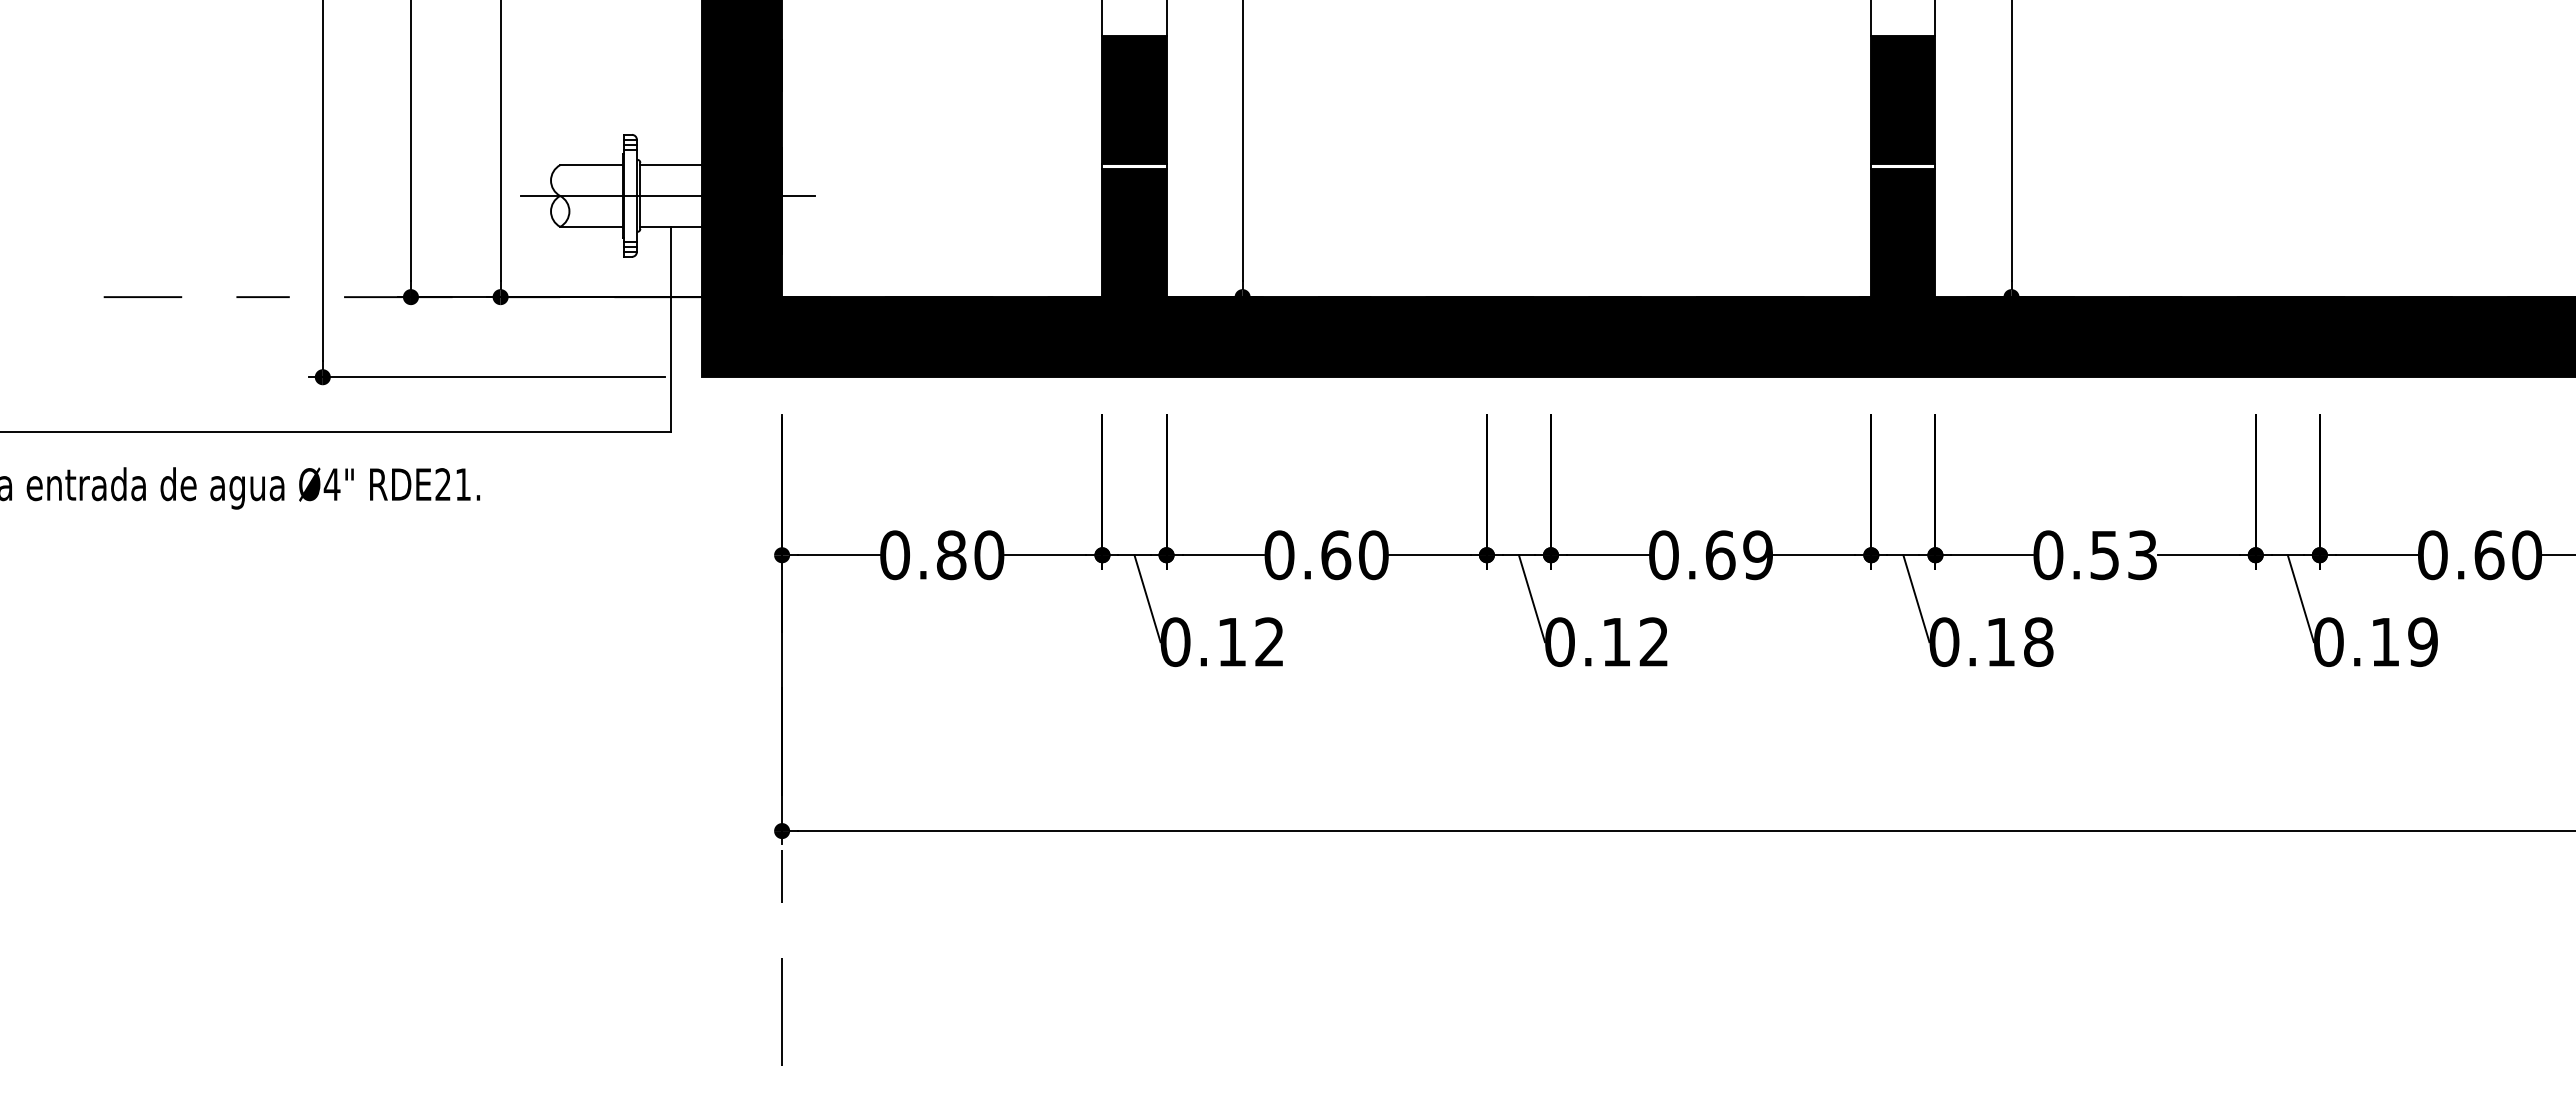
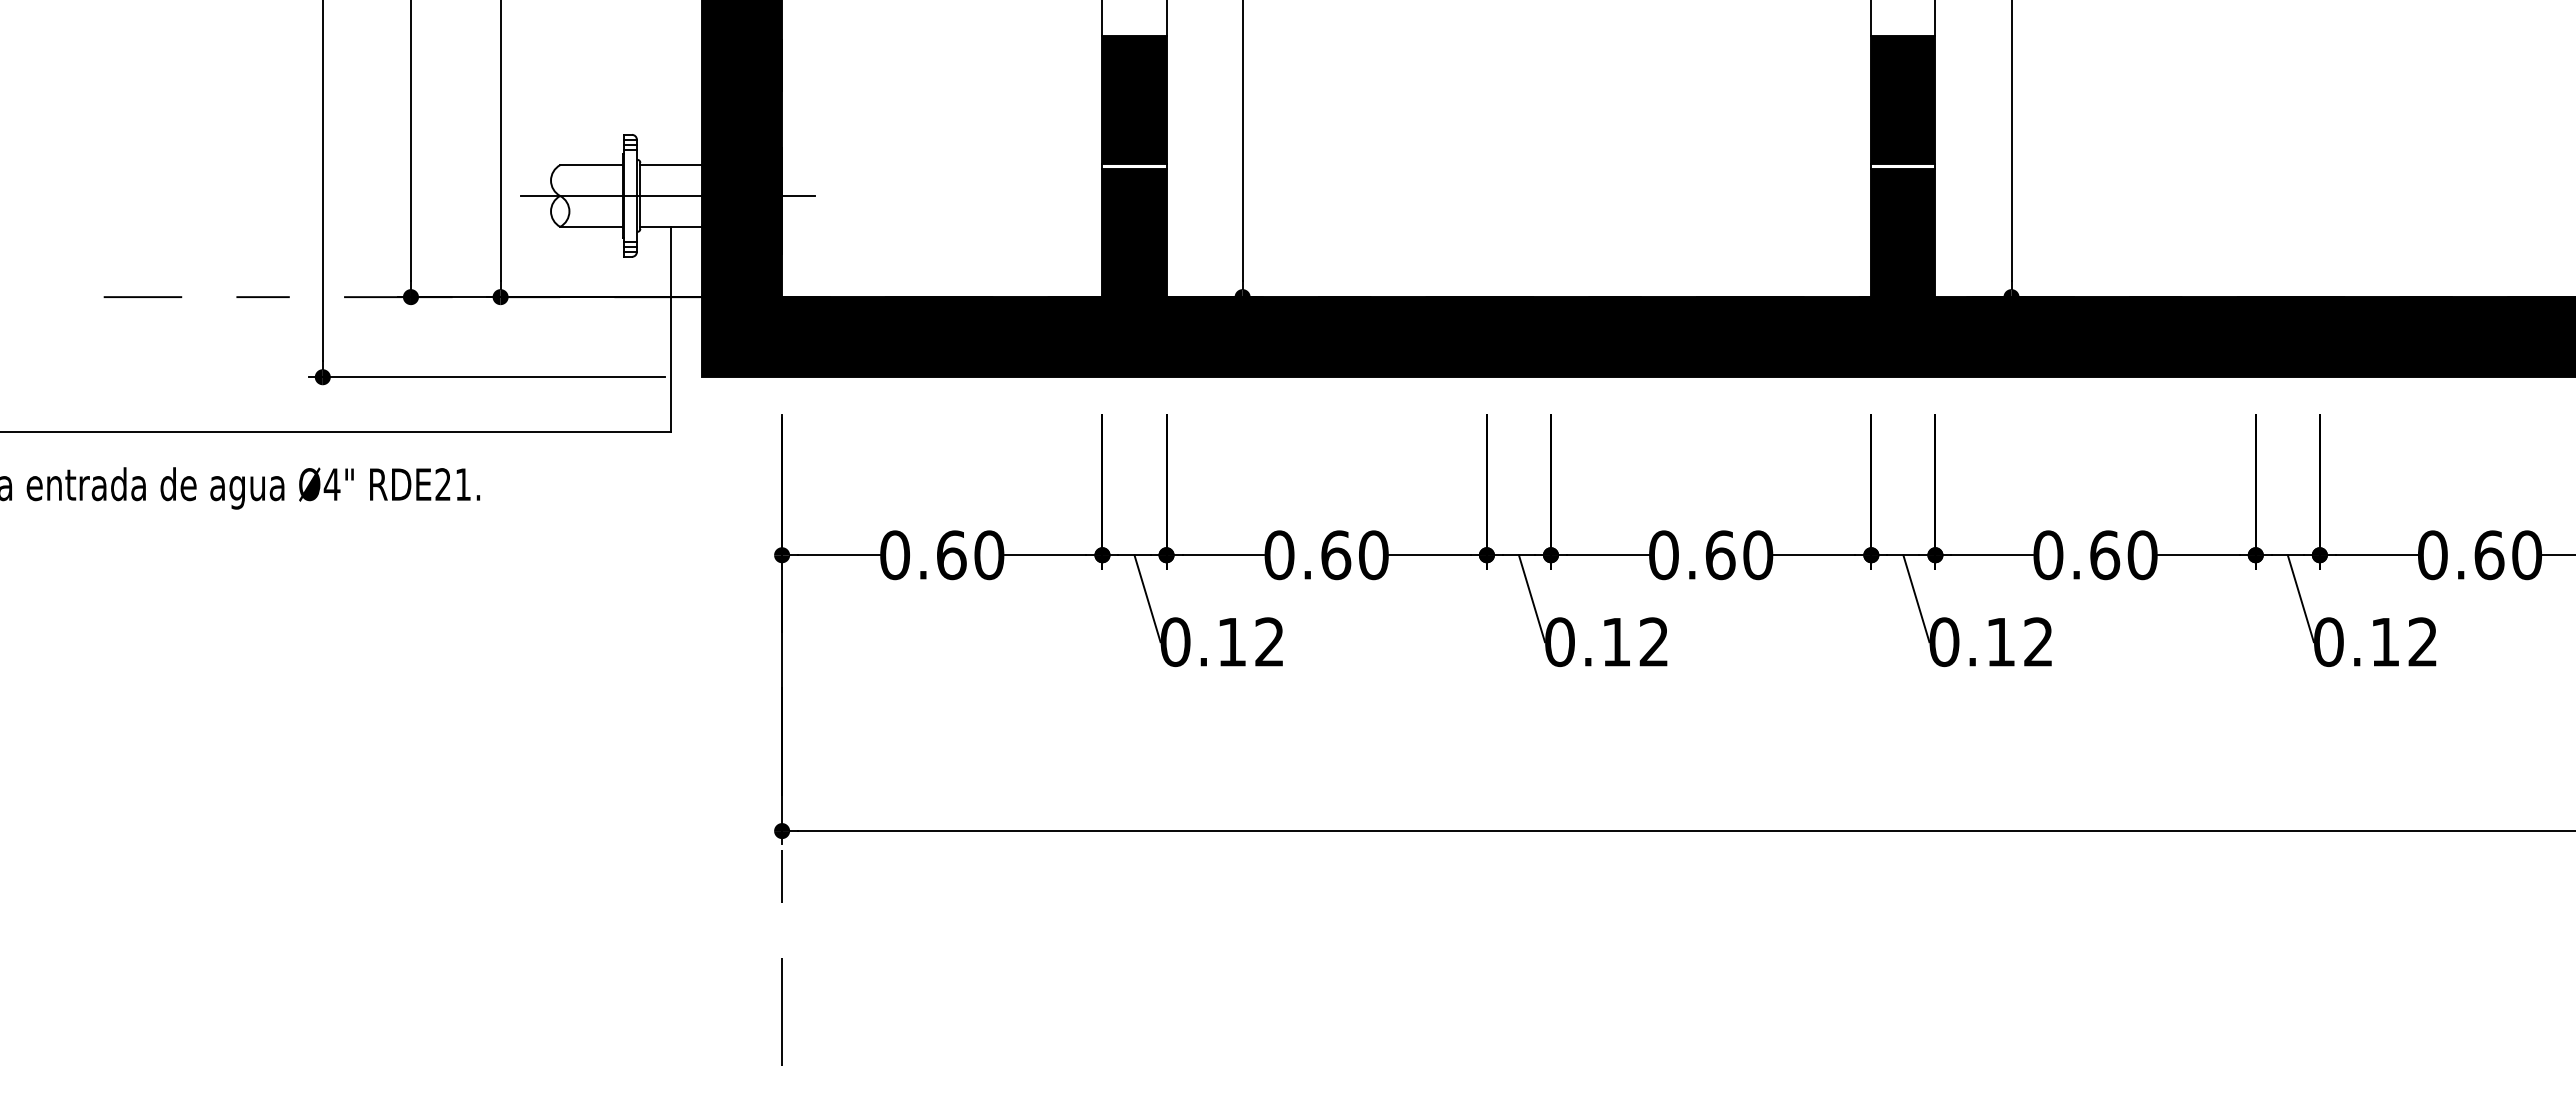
text at (951, 555): 0.80 -> 0.60
text at (1758, 555): 0.69 -> 0.60
text at (2123, 555): 0.53 -> 0.60
text at (2038, 642): 0.18 -> 0.12
text at (2422, 642): 0.19 -> 0.12
